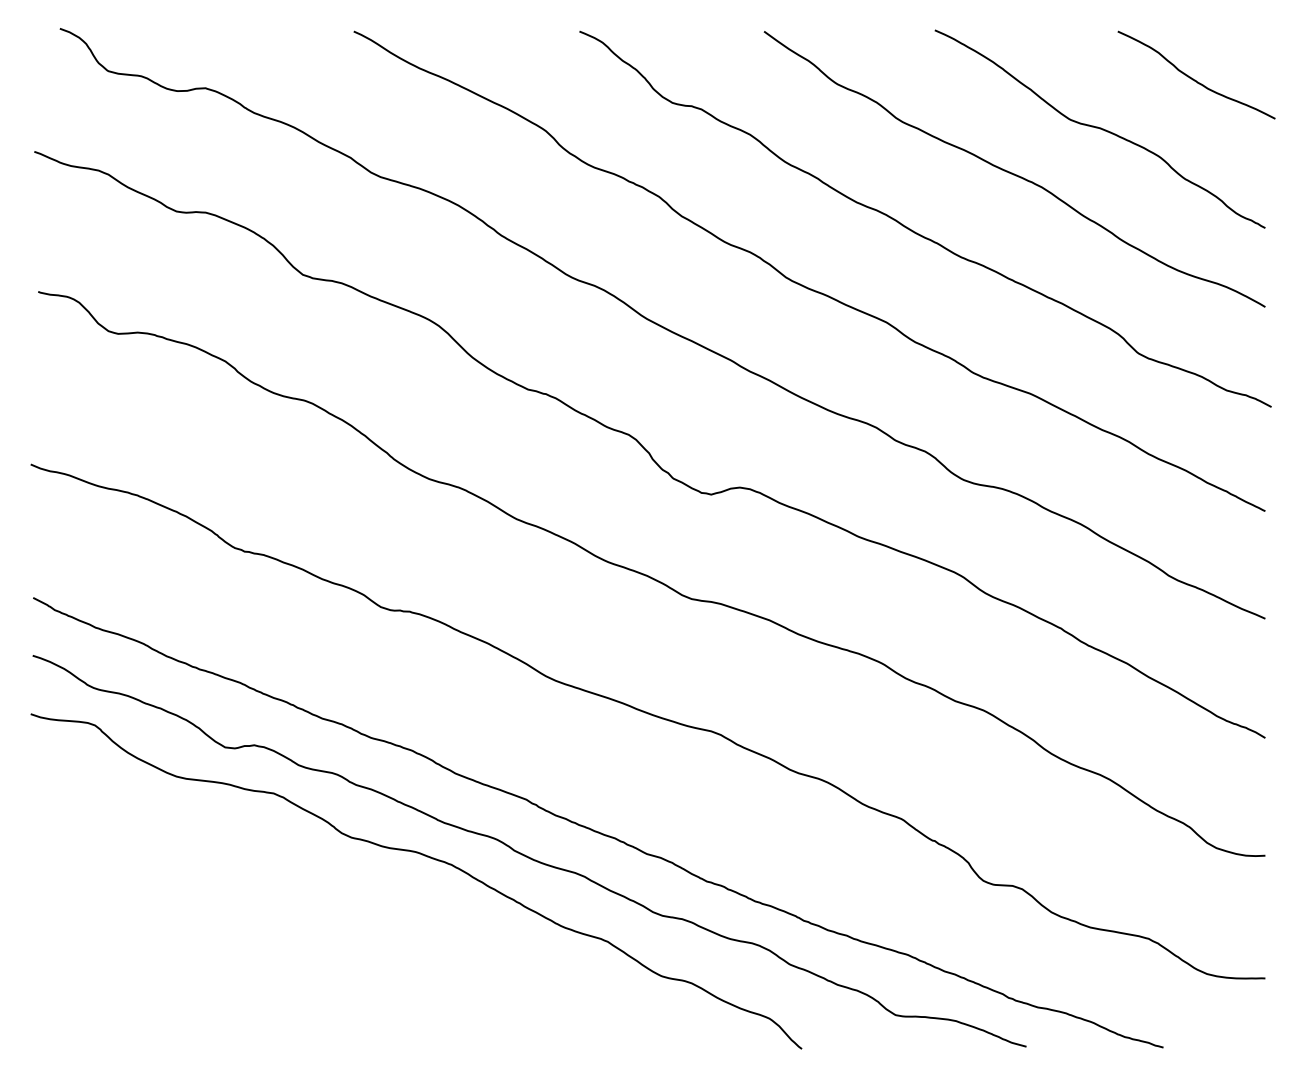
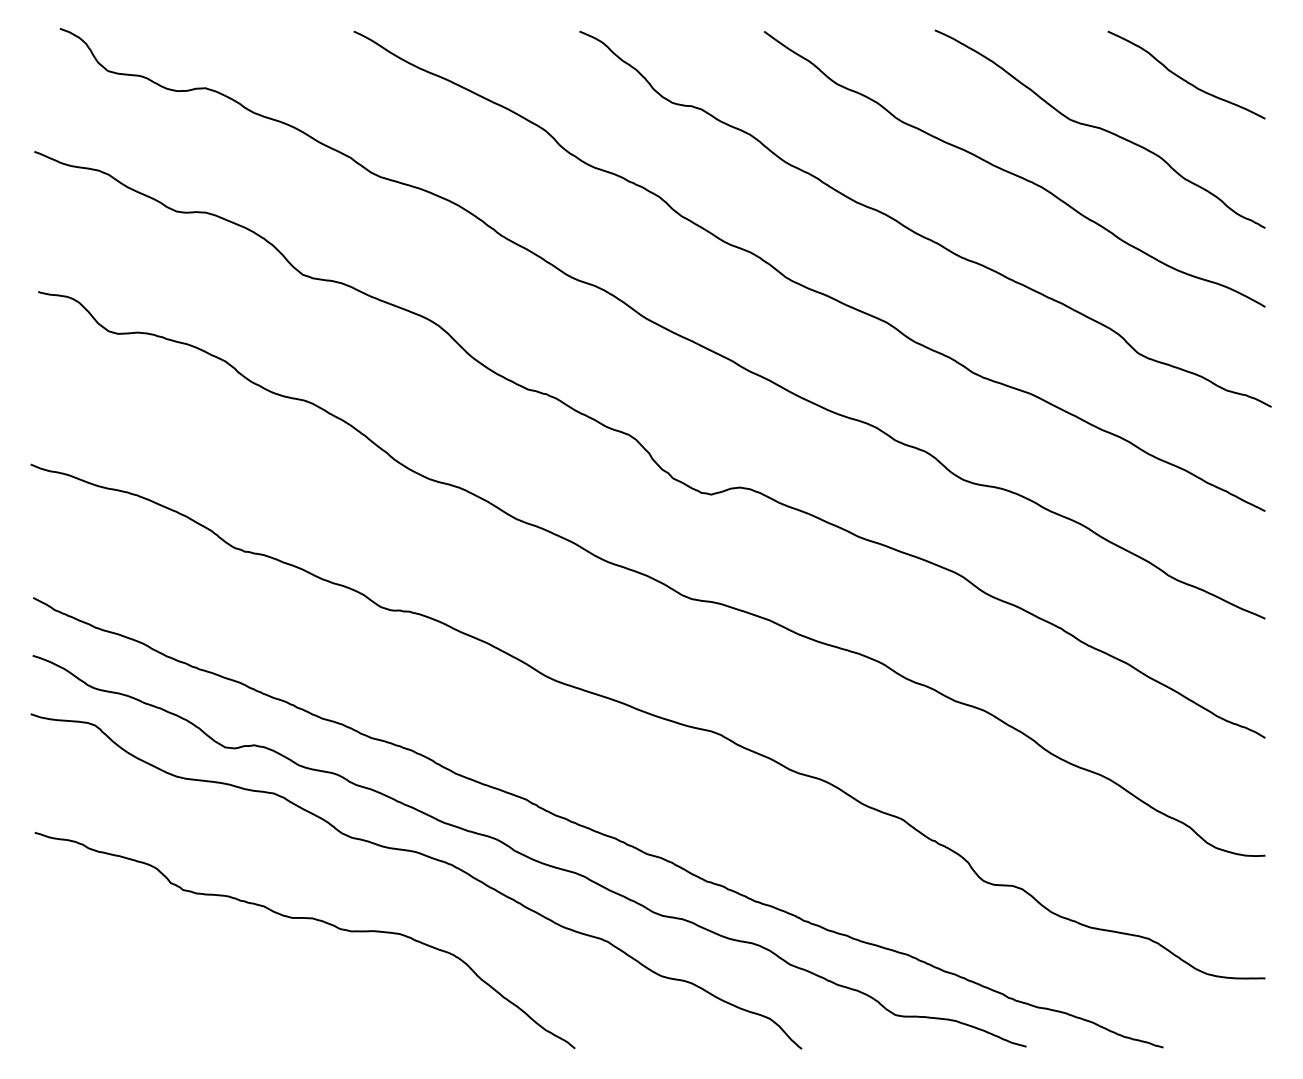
curve at (1193, 78) position: (1193, 78) -> (1183, 78)
curve at (307, 919): none -> present
